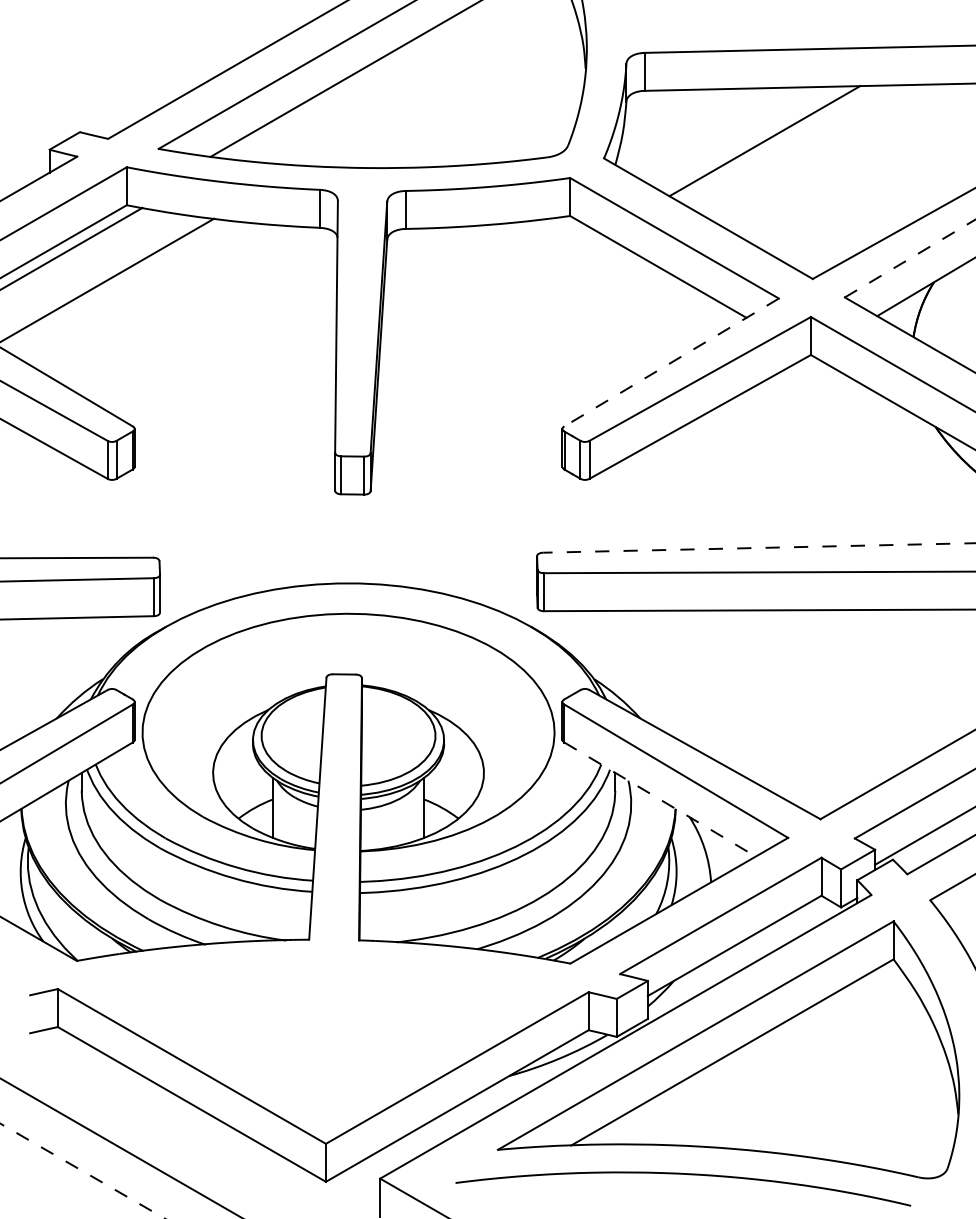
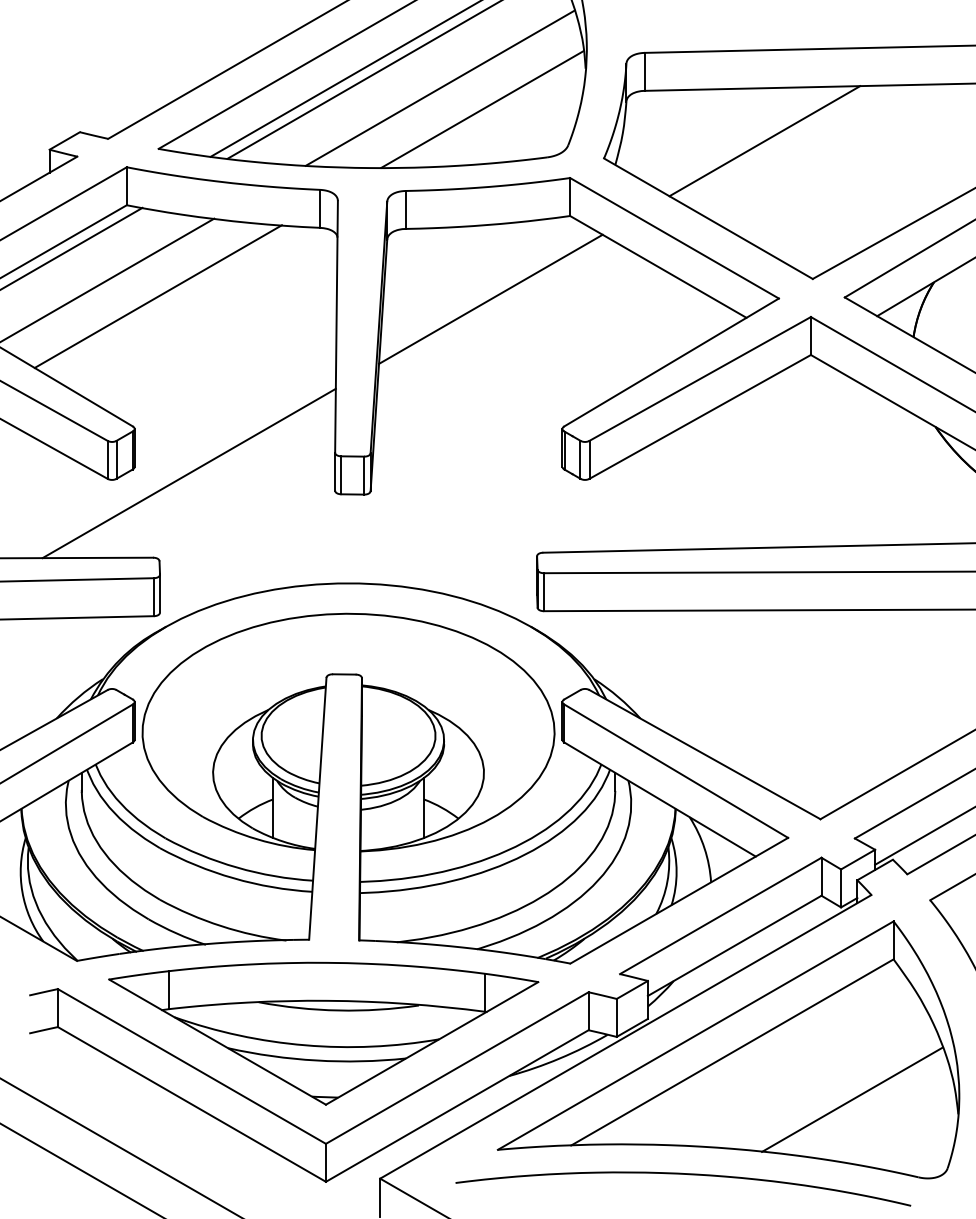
line at (362, 80): none -> present
line at (439, 87): none -> present
line at (482, 108): none -> present
line at (910, 258): dashed -> solid
line at (157, 296): none -> present
line at (490, 298): none -> present
line at (671, 362): dashed -> solid
line at (188, 473): none -> present
line at (758, 547): dashed -> solid
line at (660, 799): dashed -> solid
part at (323, 1033): none -> present
line at (852, 1099): none -> present
line at (82, 1171): dashed -> solid
